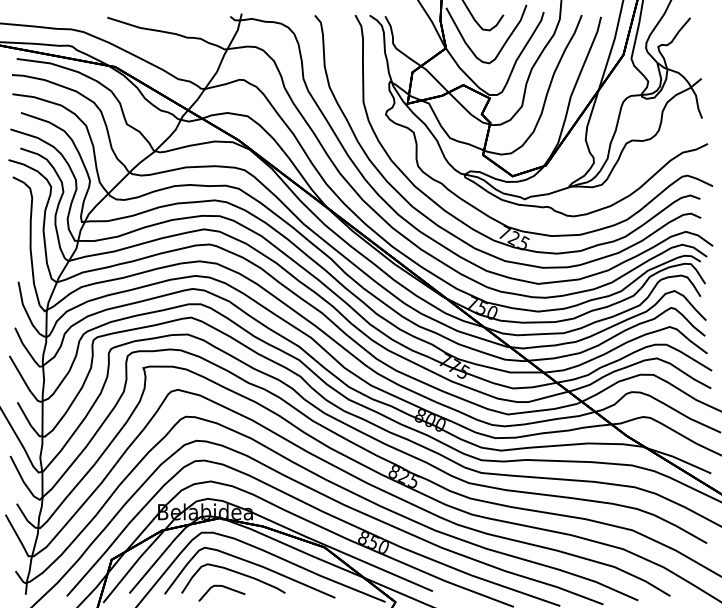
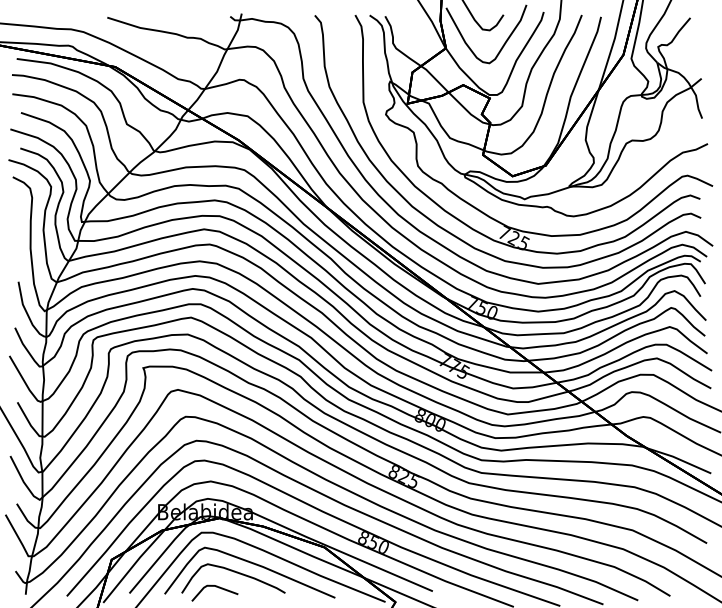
line at (223, 587) position: (223, 587) -> (216, 587)
